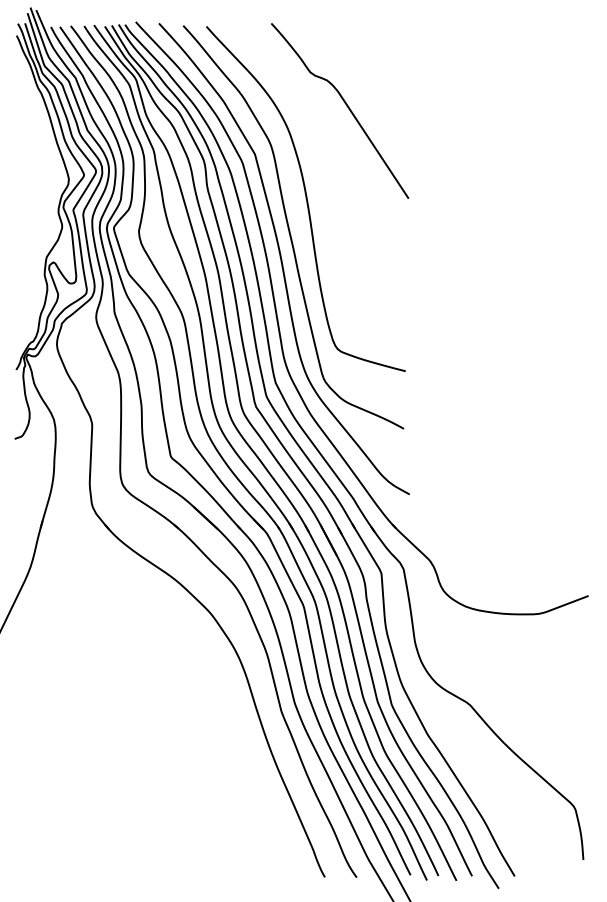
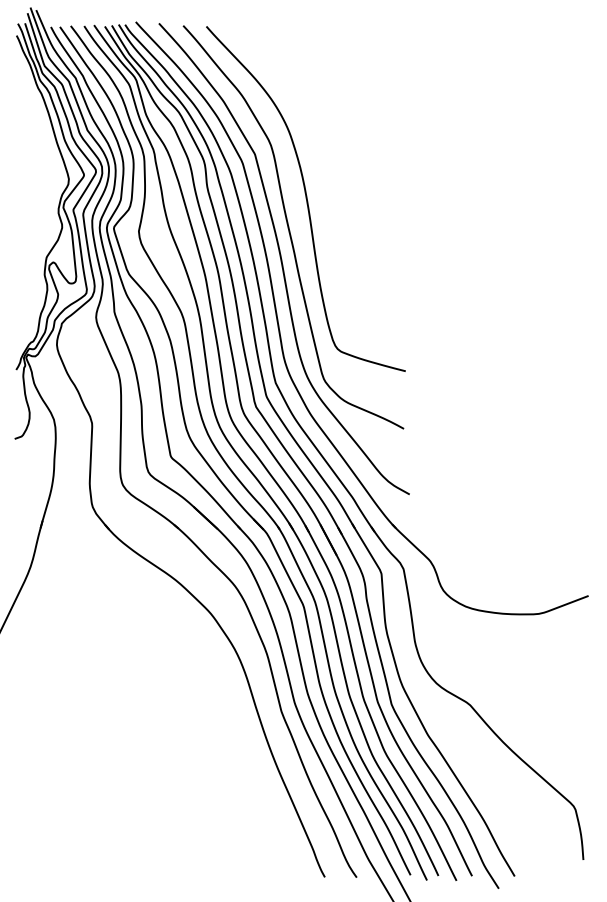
curve at (346, 106): present -> none
